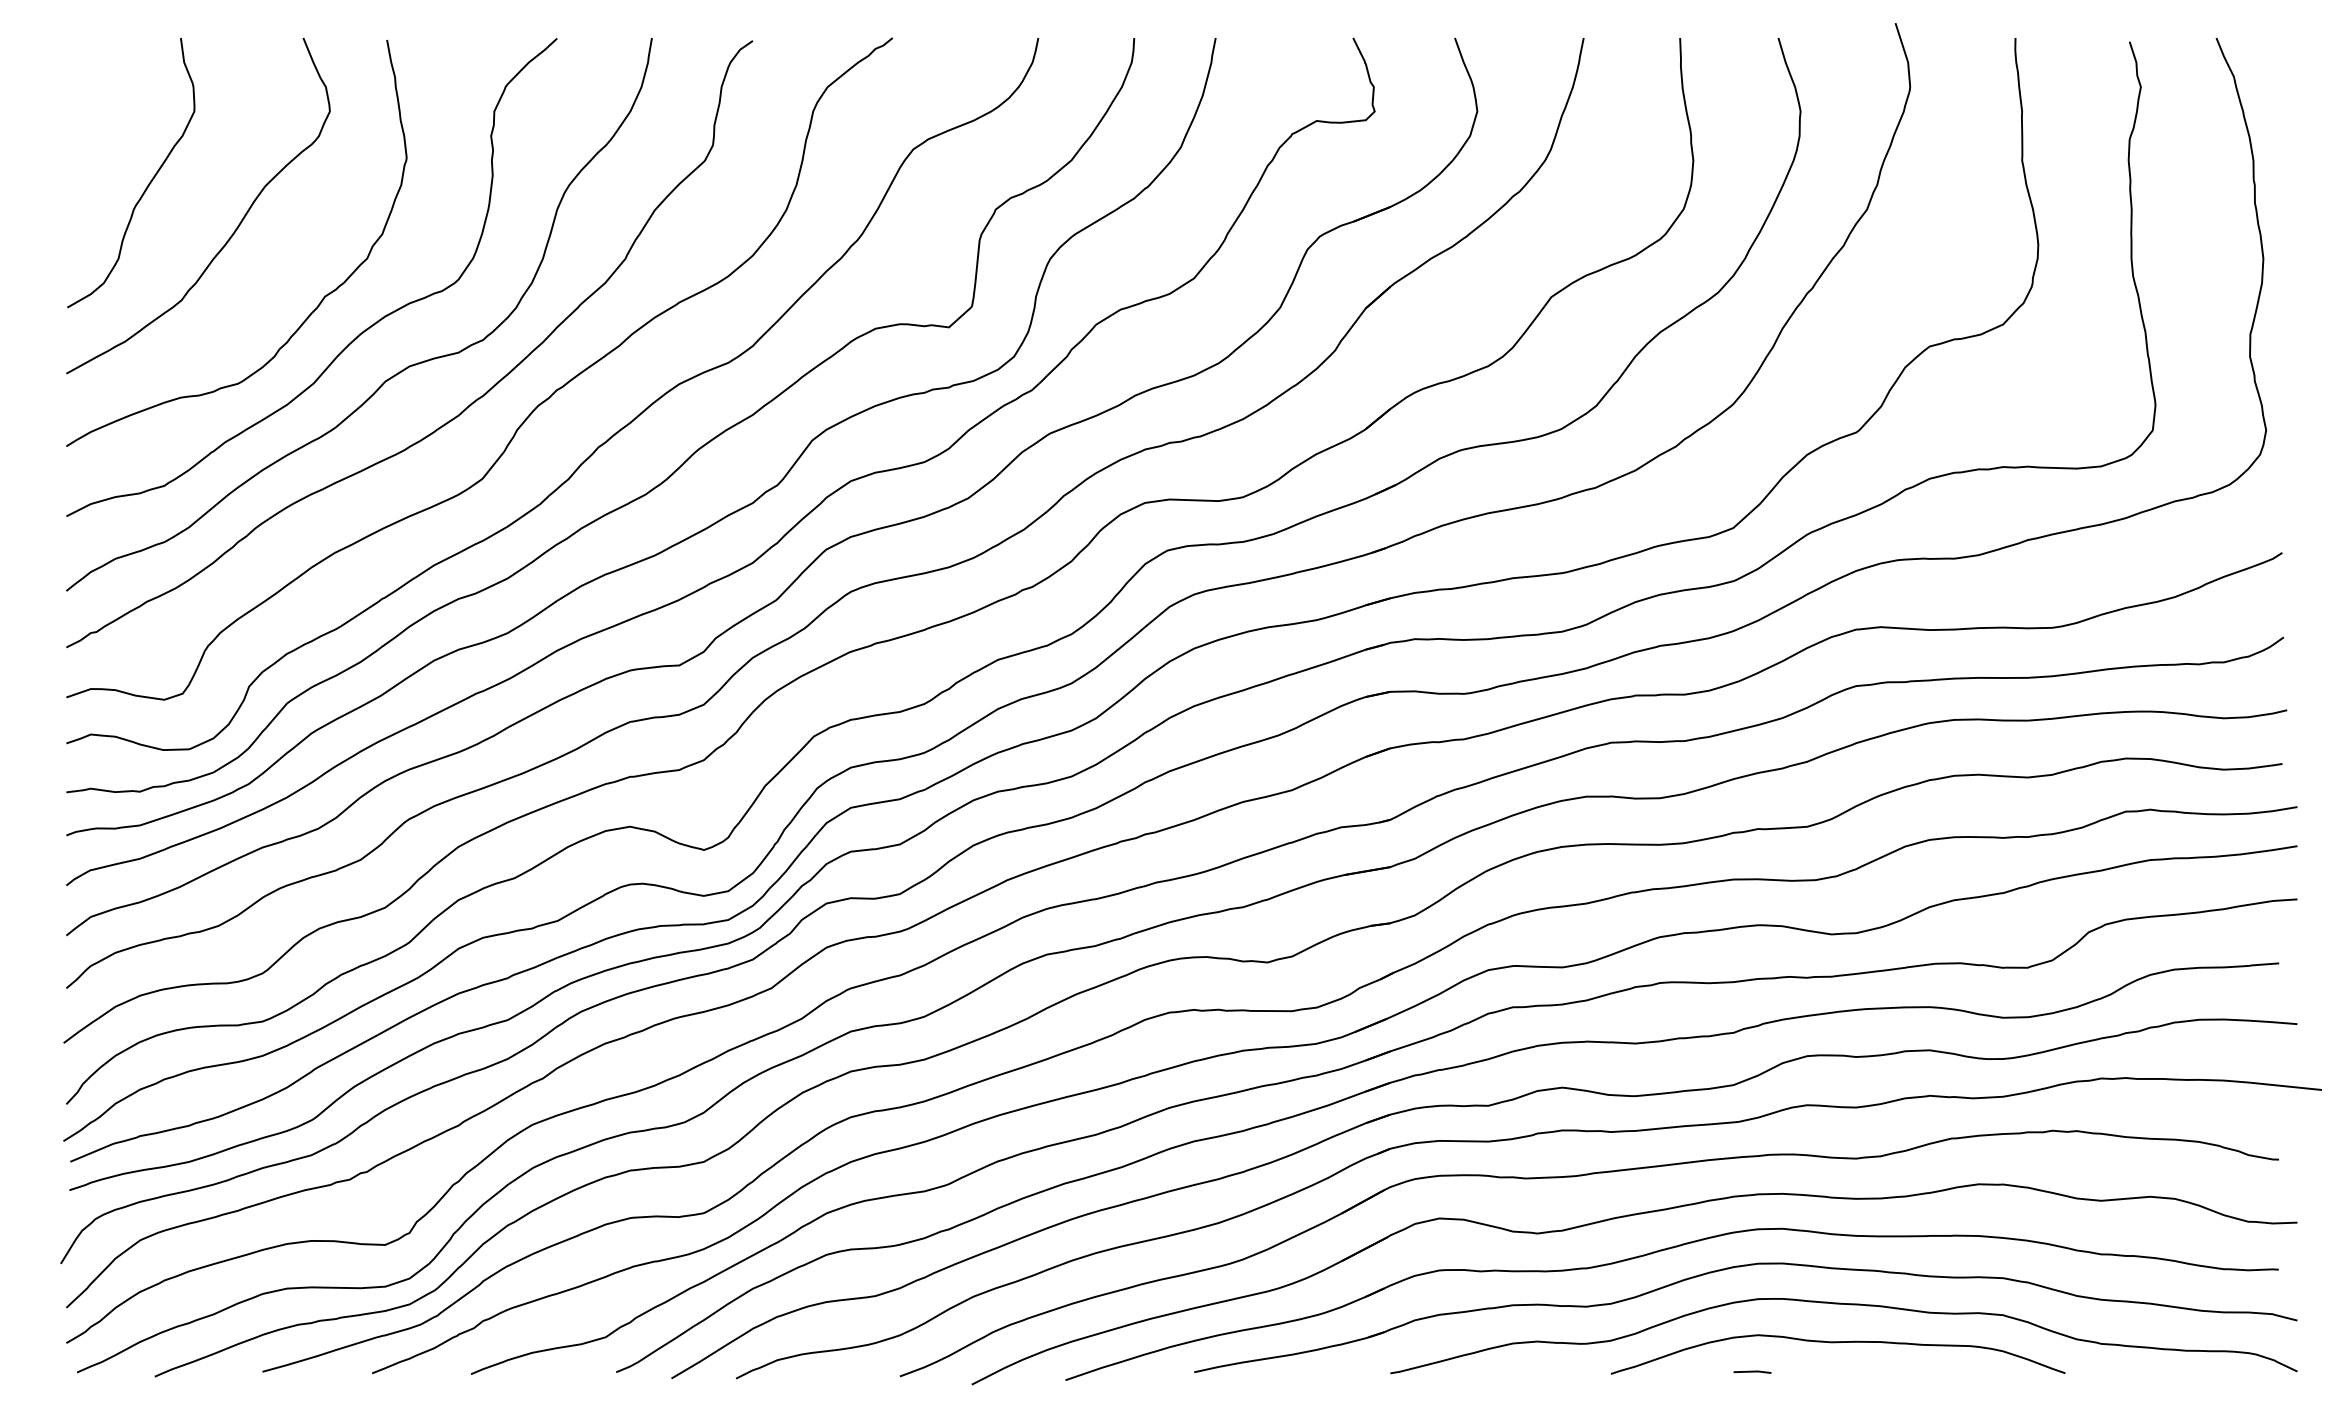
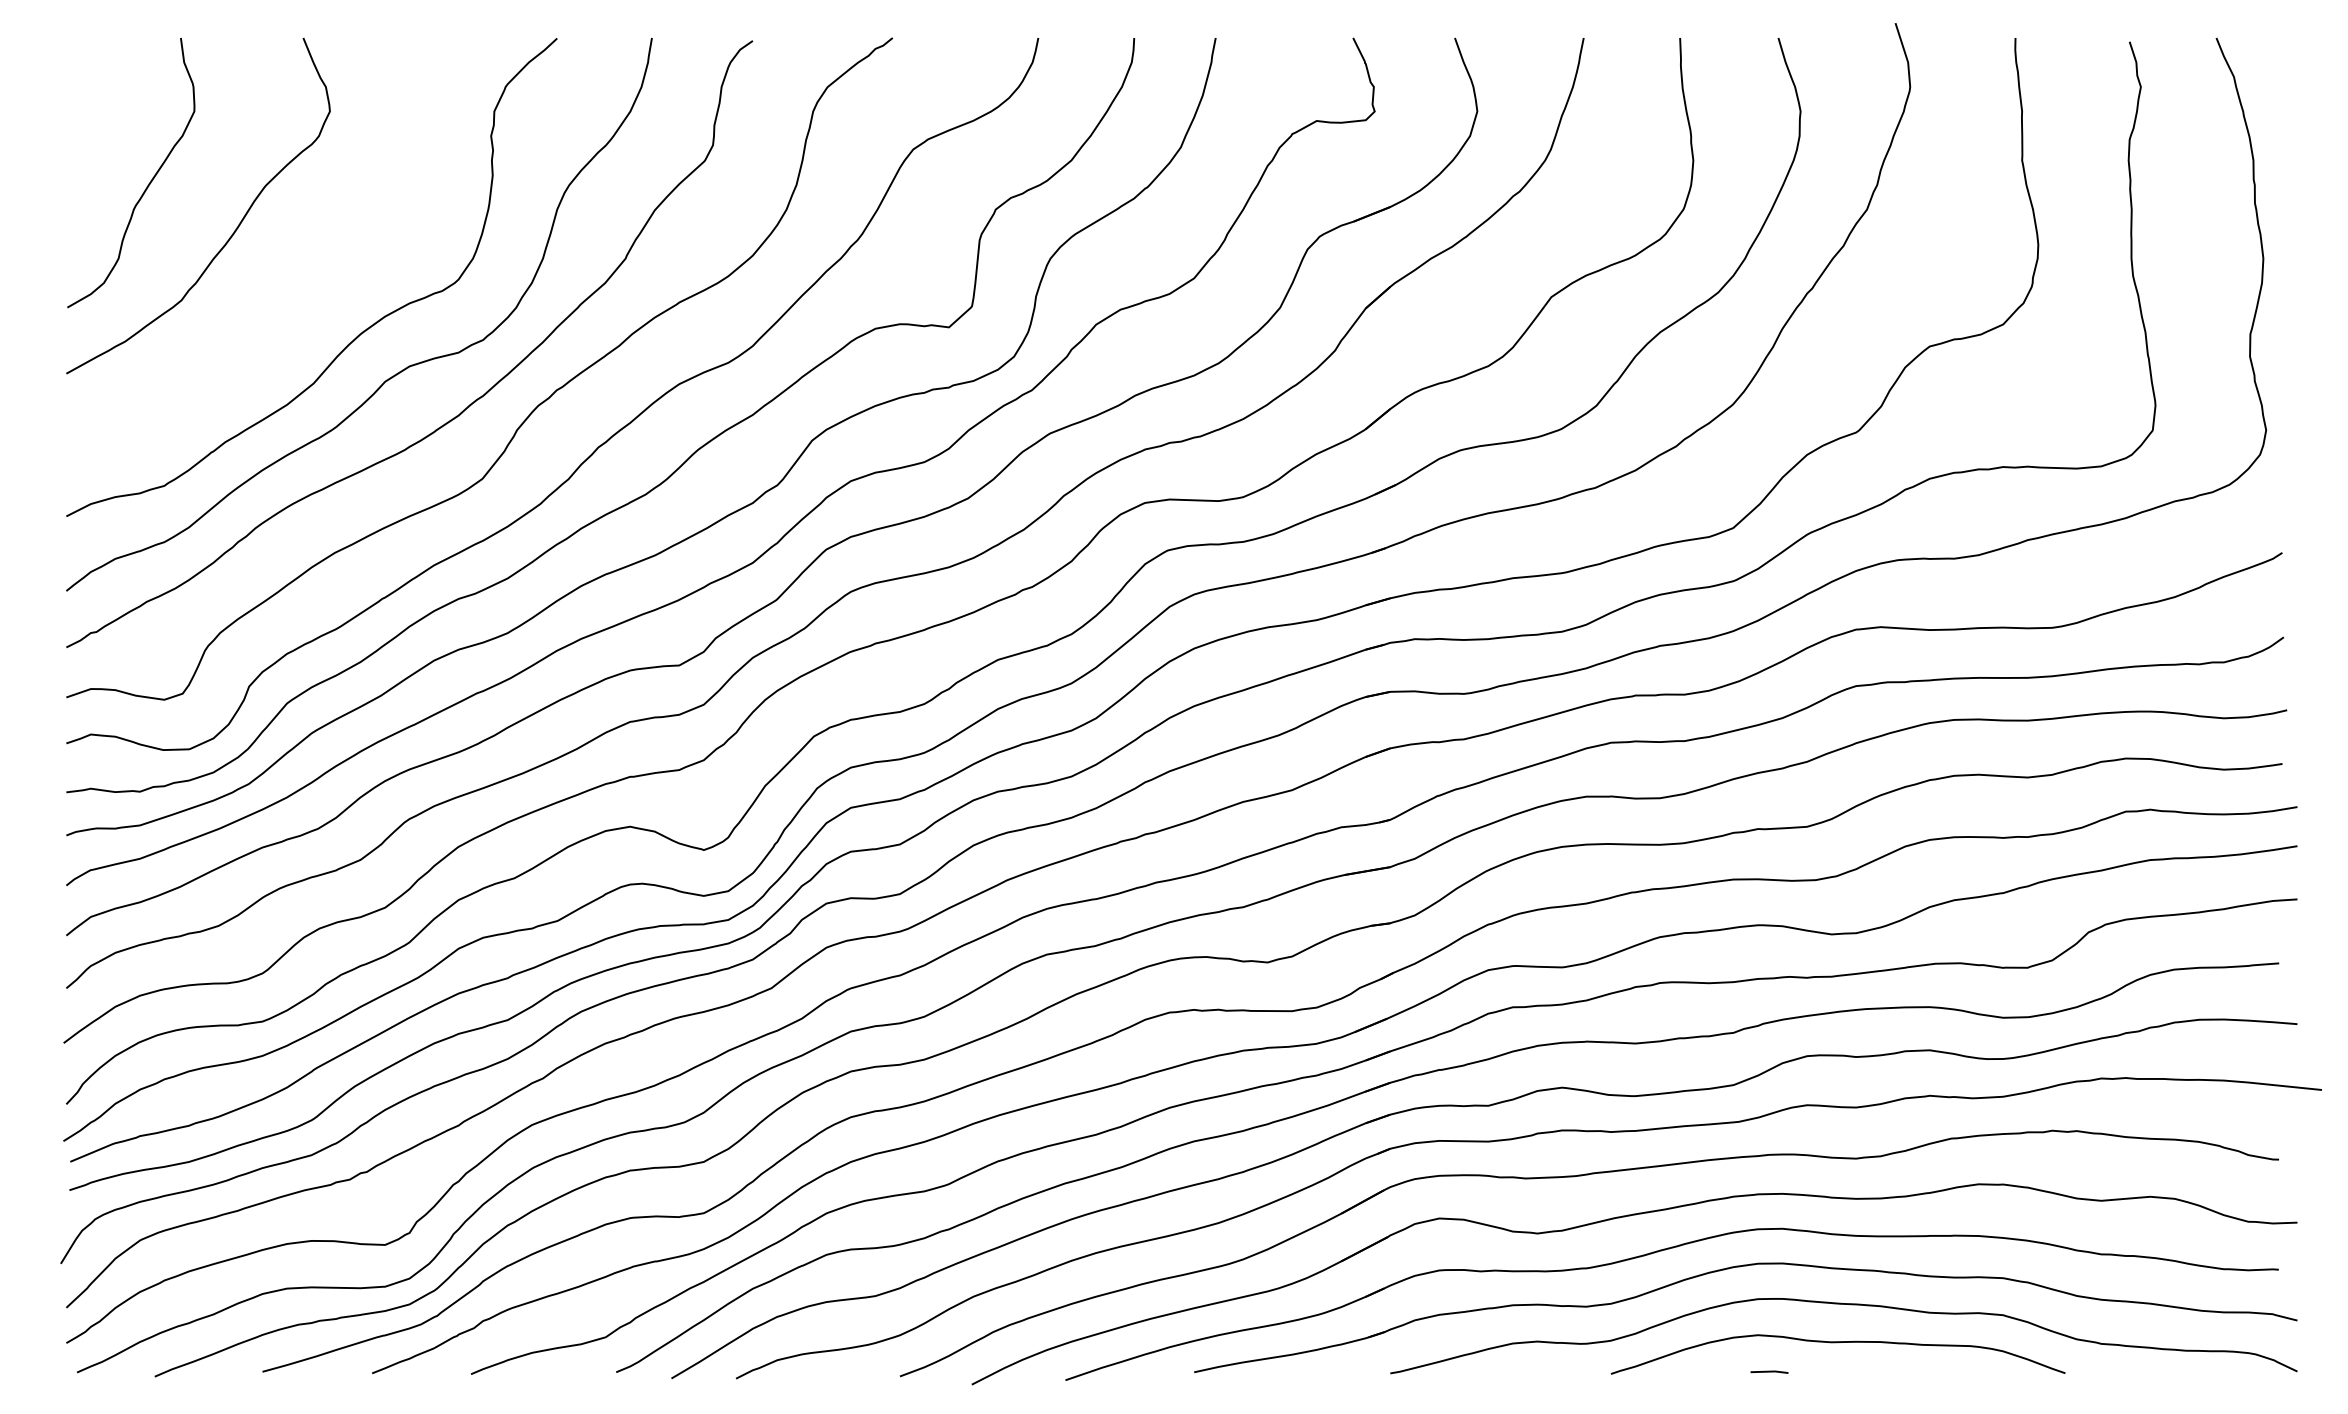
curve at (321, 299): present -> none
line at (1752, 1371) position: (1752, 1371) -> (1769, 1371)
